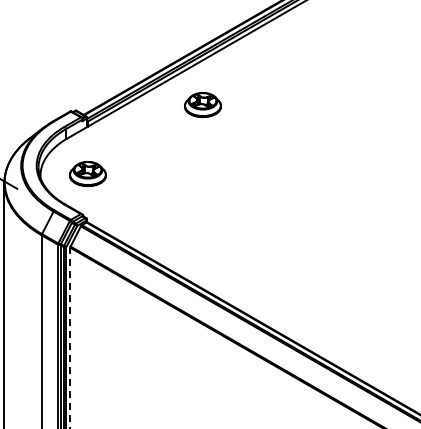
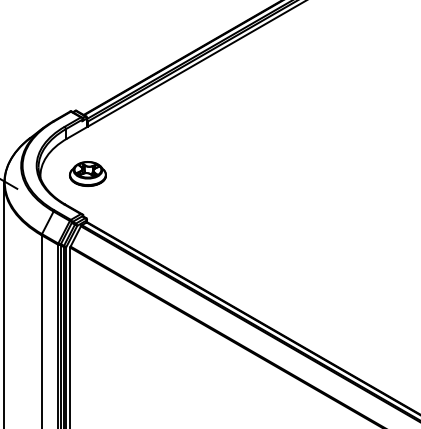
part at (202, 104): present -> none
line at (70, 337): dashed -> solid
